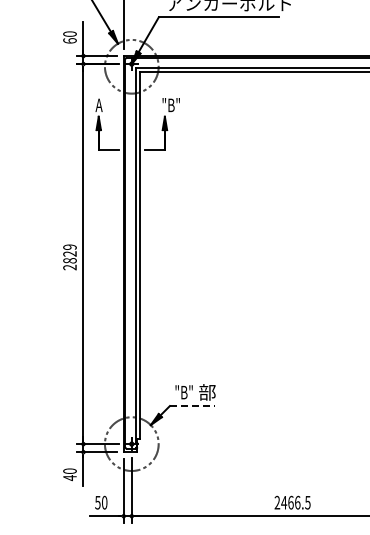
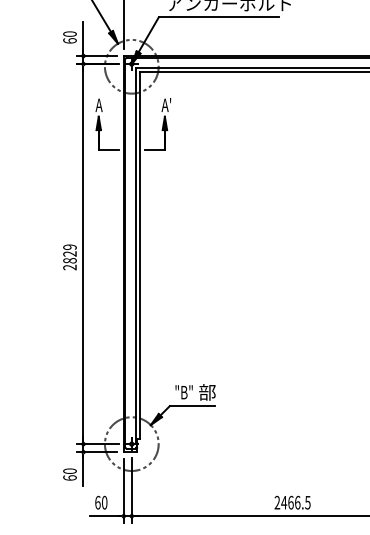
text at (170, 105): "B" -> A'
line at (192, 406): dashed -> solid
text at (69, 478): 40 -> 60
text at (97, 502): 50 -> 60
